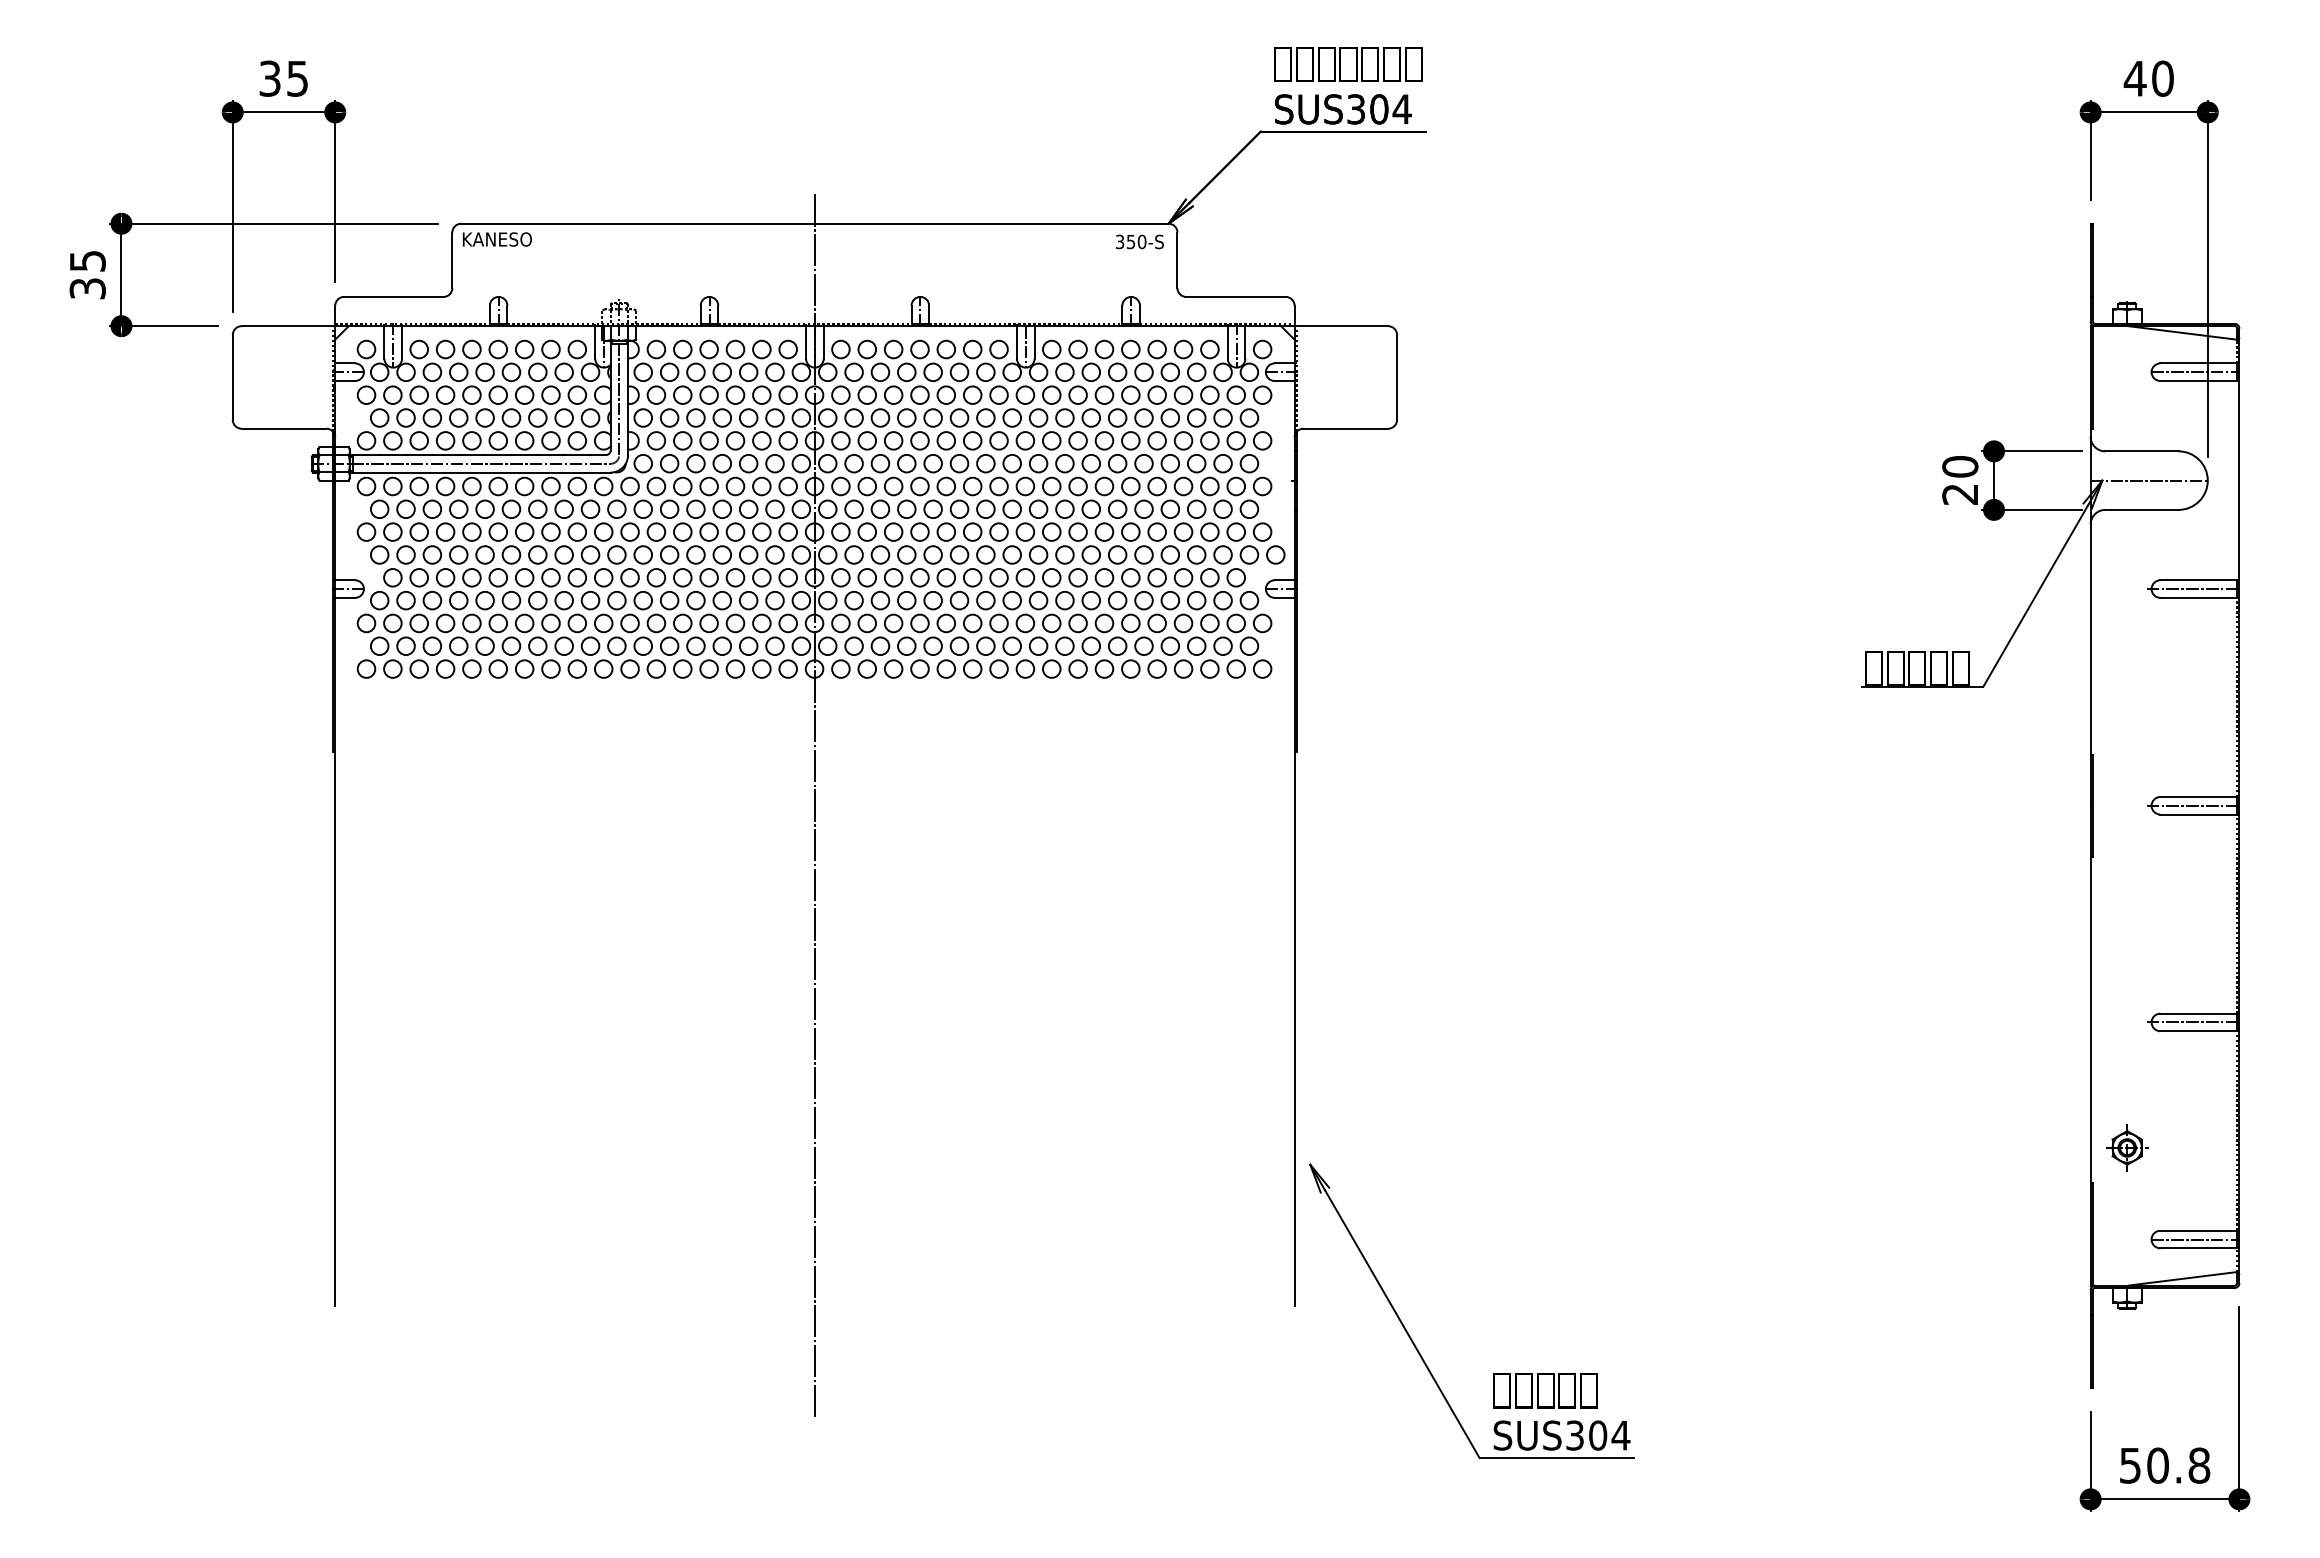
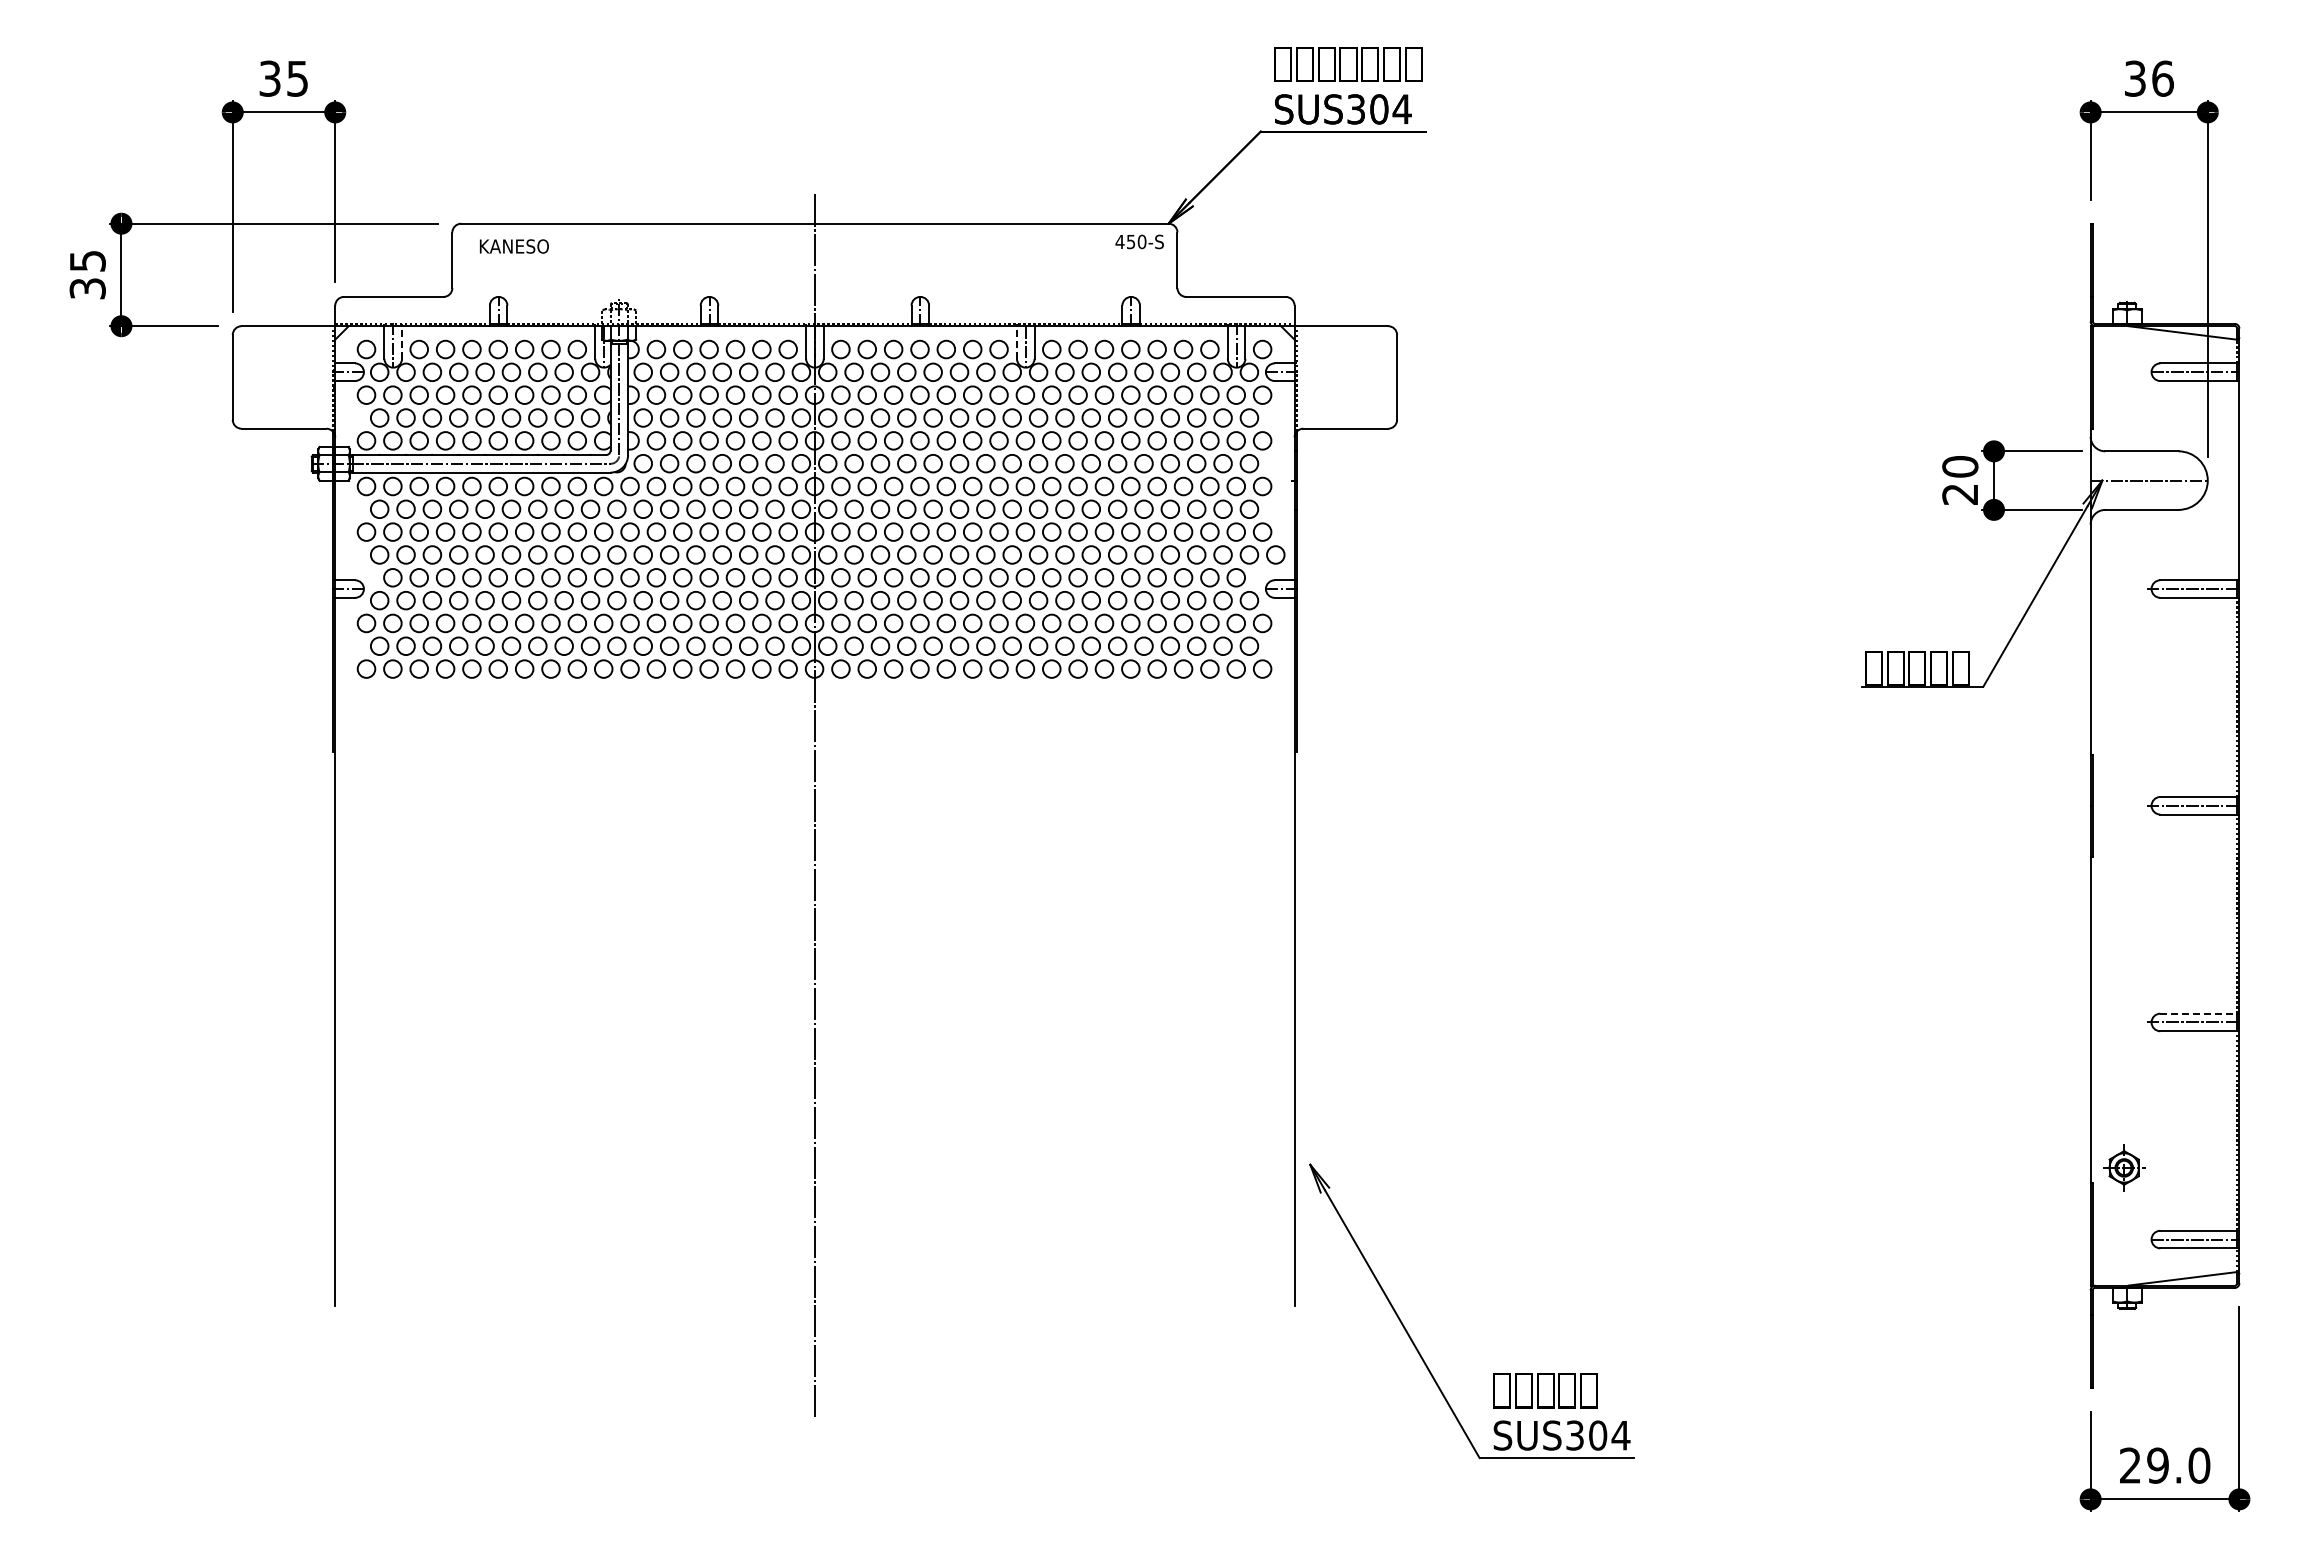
text at (2148, 78): 40 -> 36
text at (497, 239) position: (497, 239) -> (514, 246)
text at (1119, 241): 350-S -> 450-S
line at (402, 342): solid -> dashed
line at (1016, 342): solid -> dashed
line at (2199, 1013): solid -> dashed
part at (2127, 1147) position: (2127, 1147) -> (2124, 1167)
text at (2165, 1465): 50.8 -> 29.0
